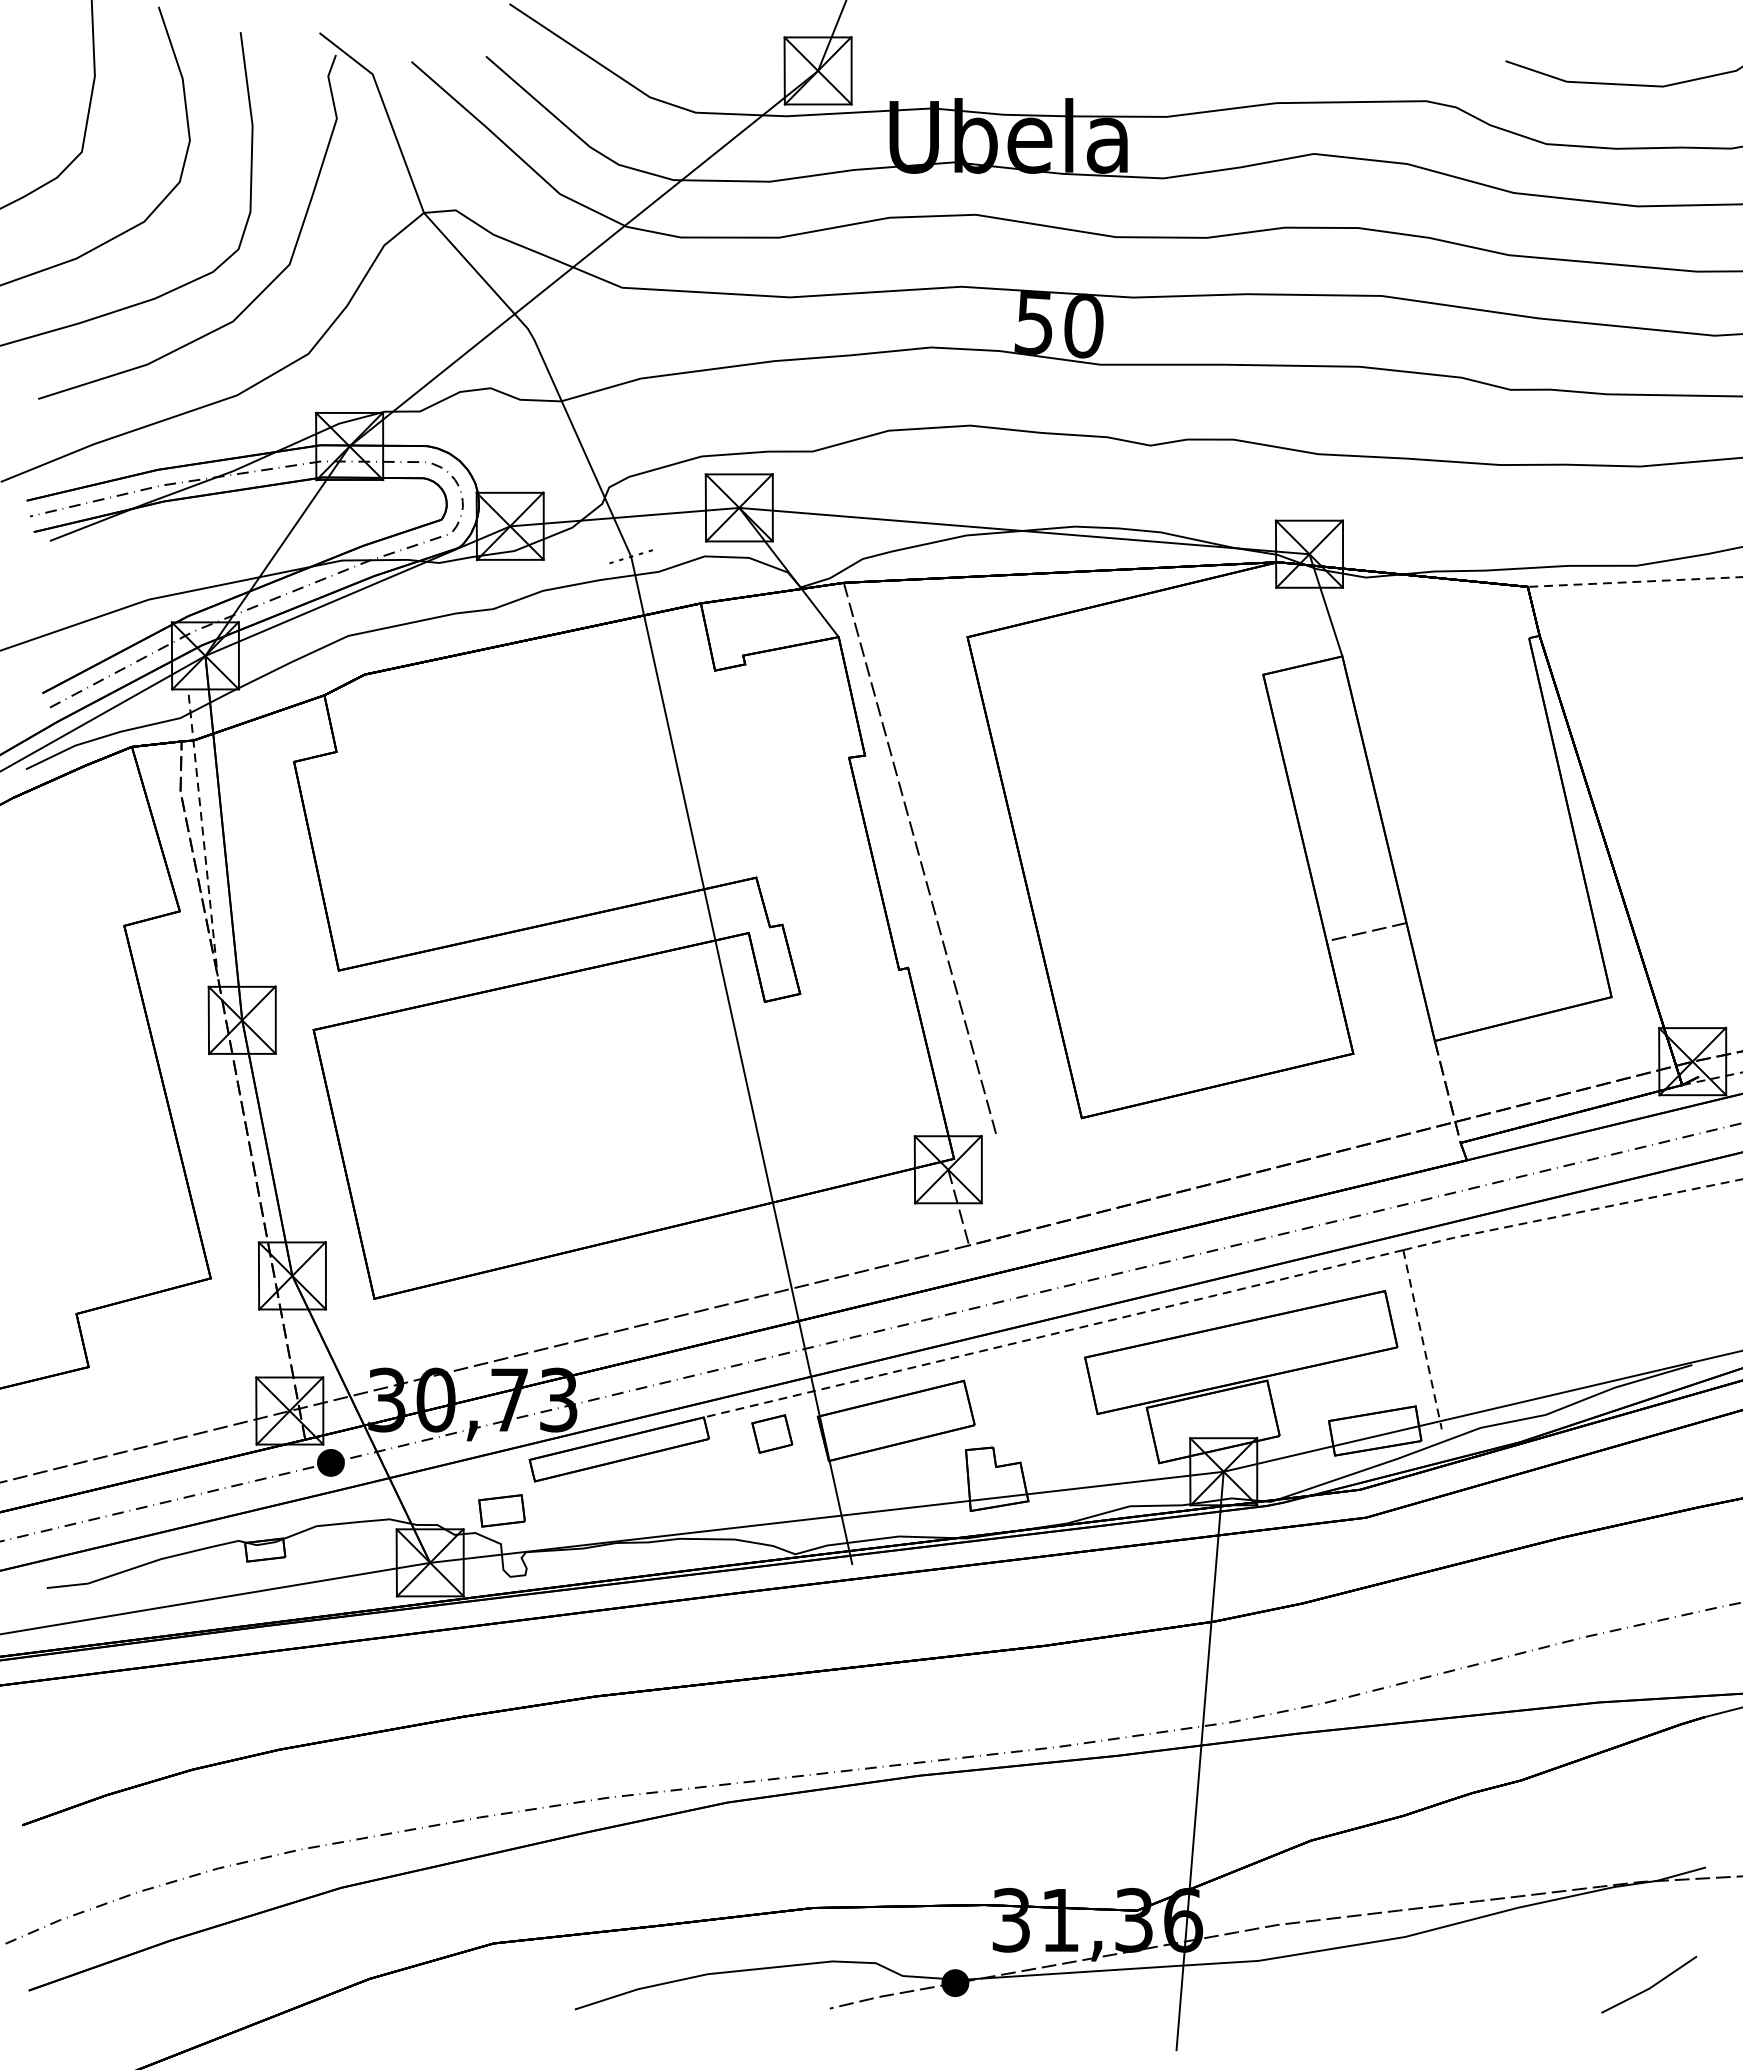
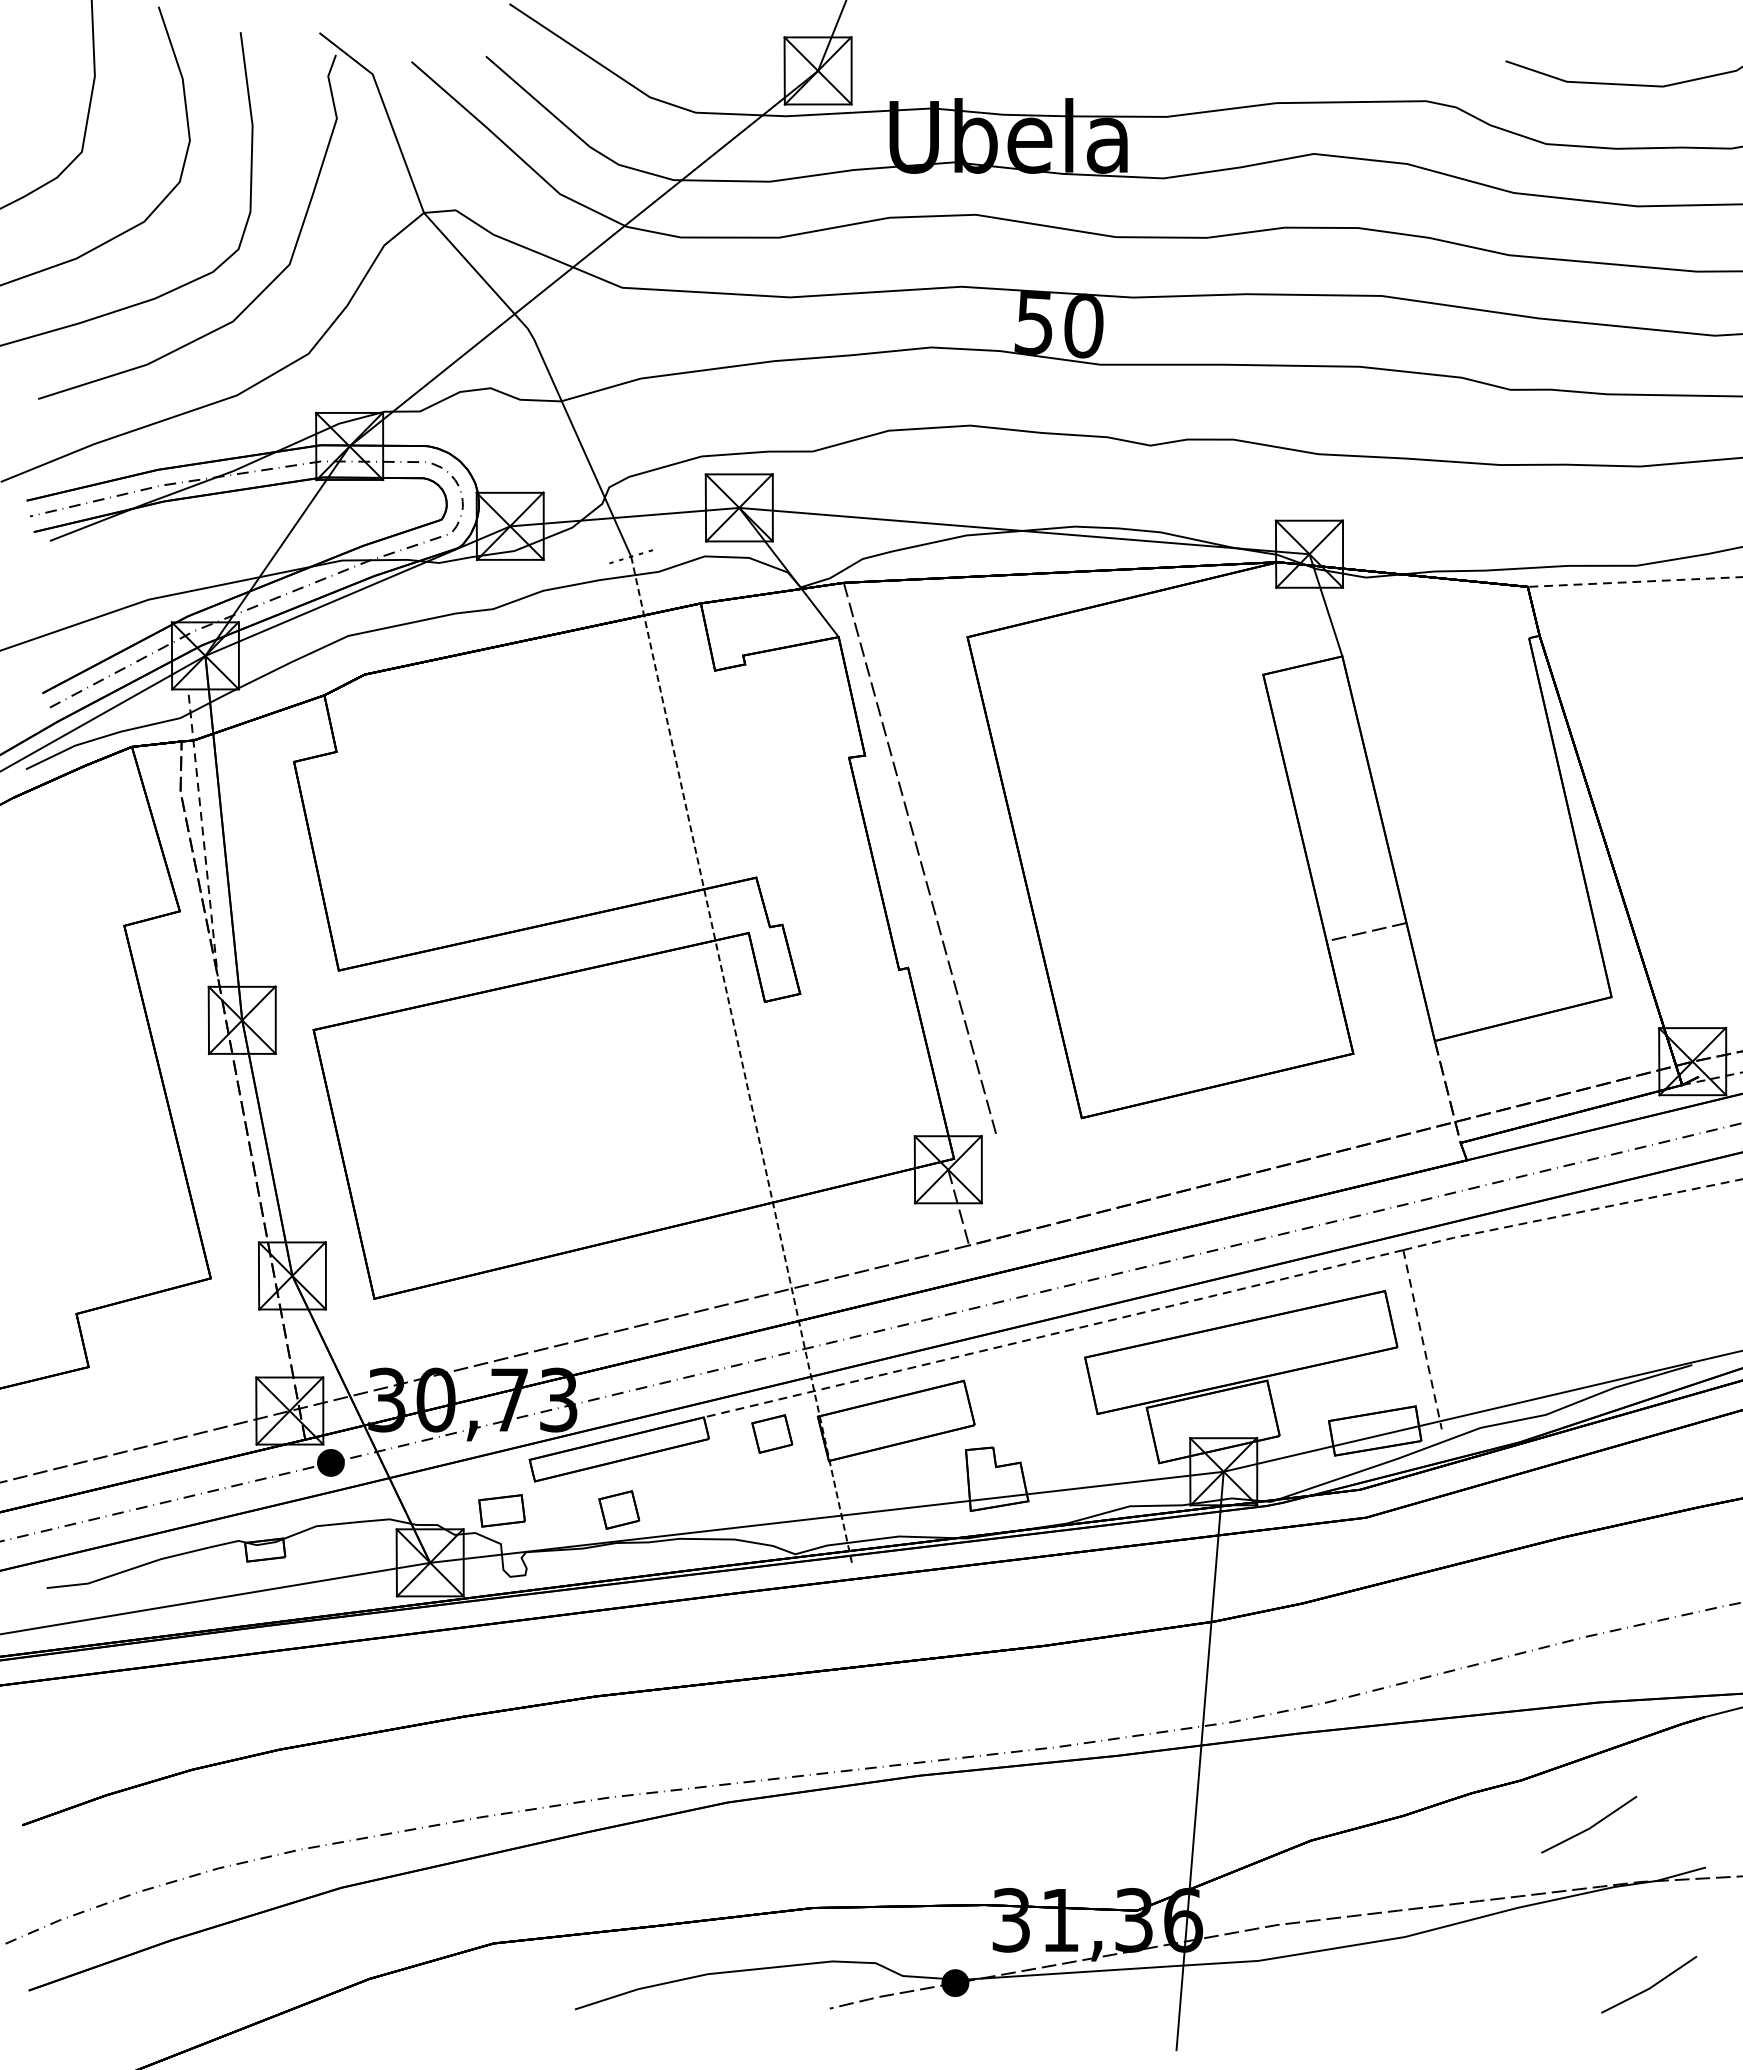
line at (741, 1061): solid -> dashed
part at (619, 1509): none -> present
line at (1590, 1826): none -> present
